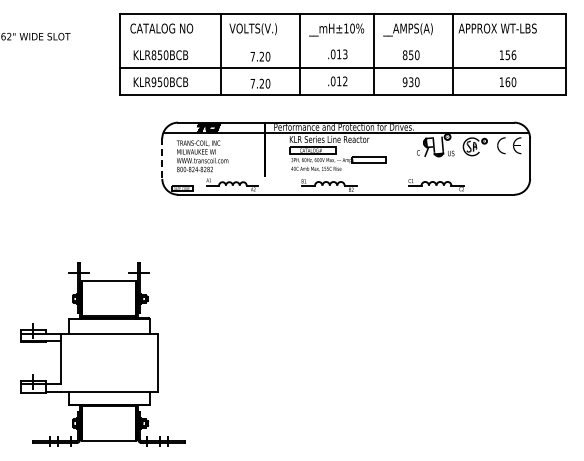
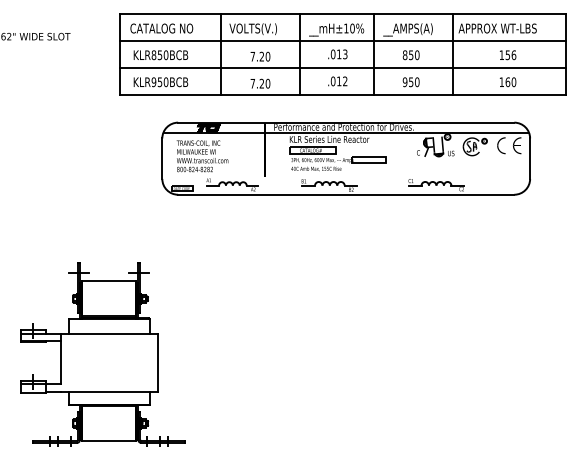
line at (343, 41): none -> present
text at (411, 81): 930 -> 950
line at (162, 159): dashed -> solid
